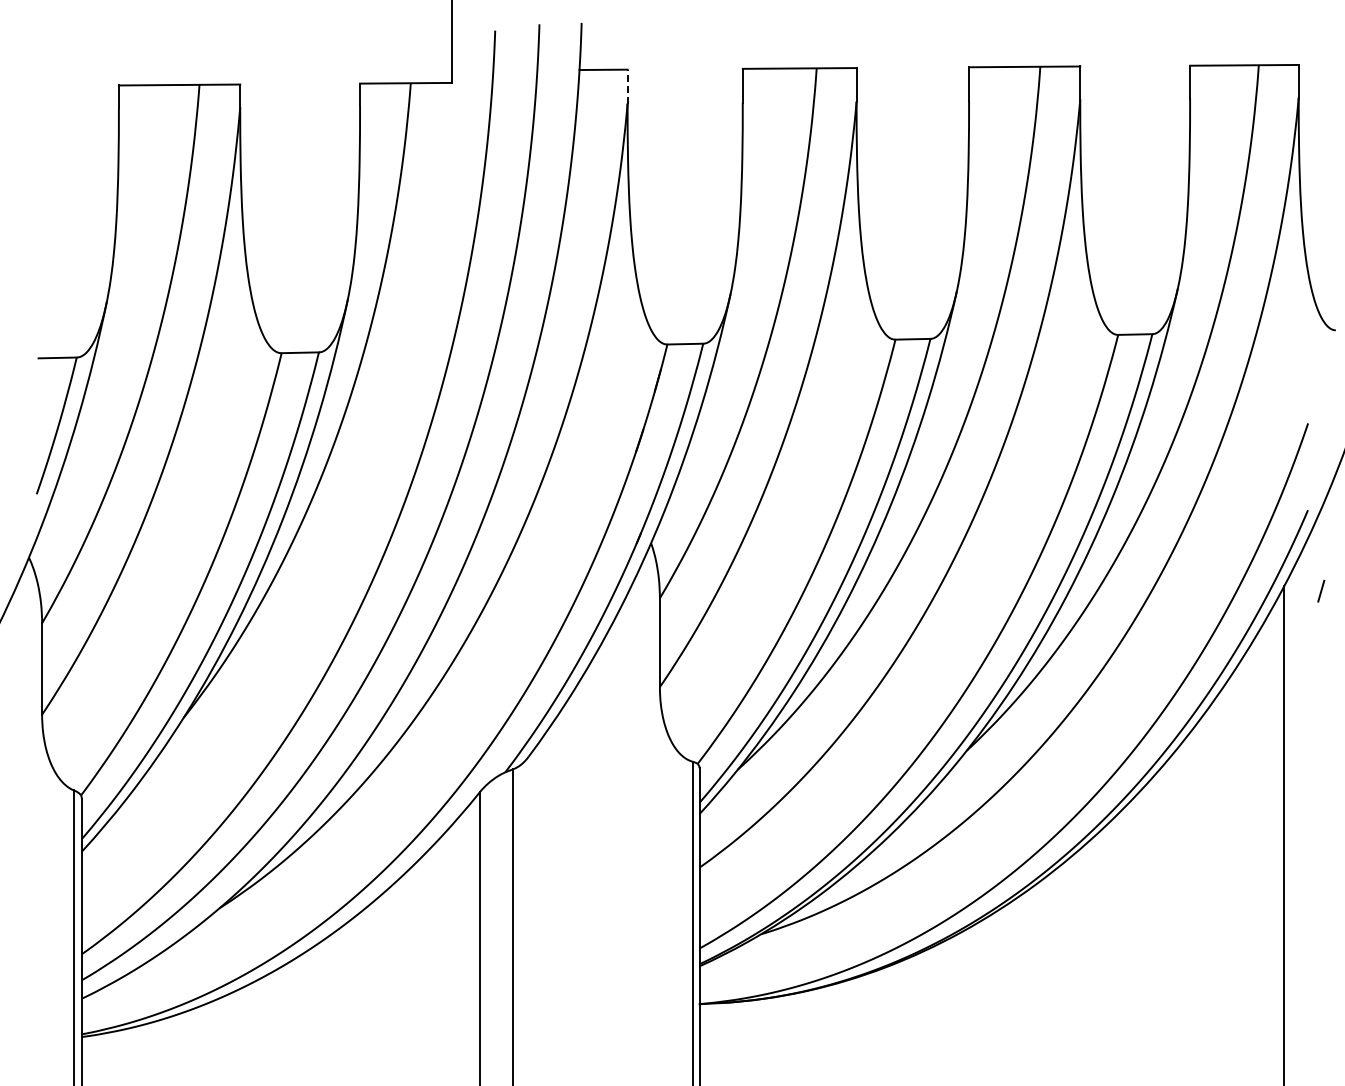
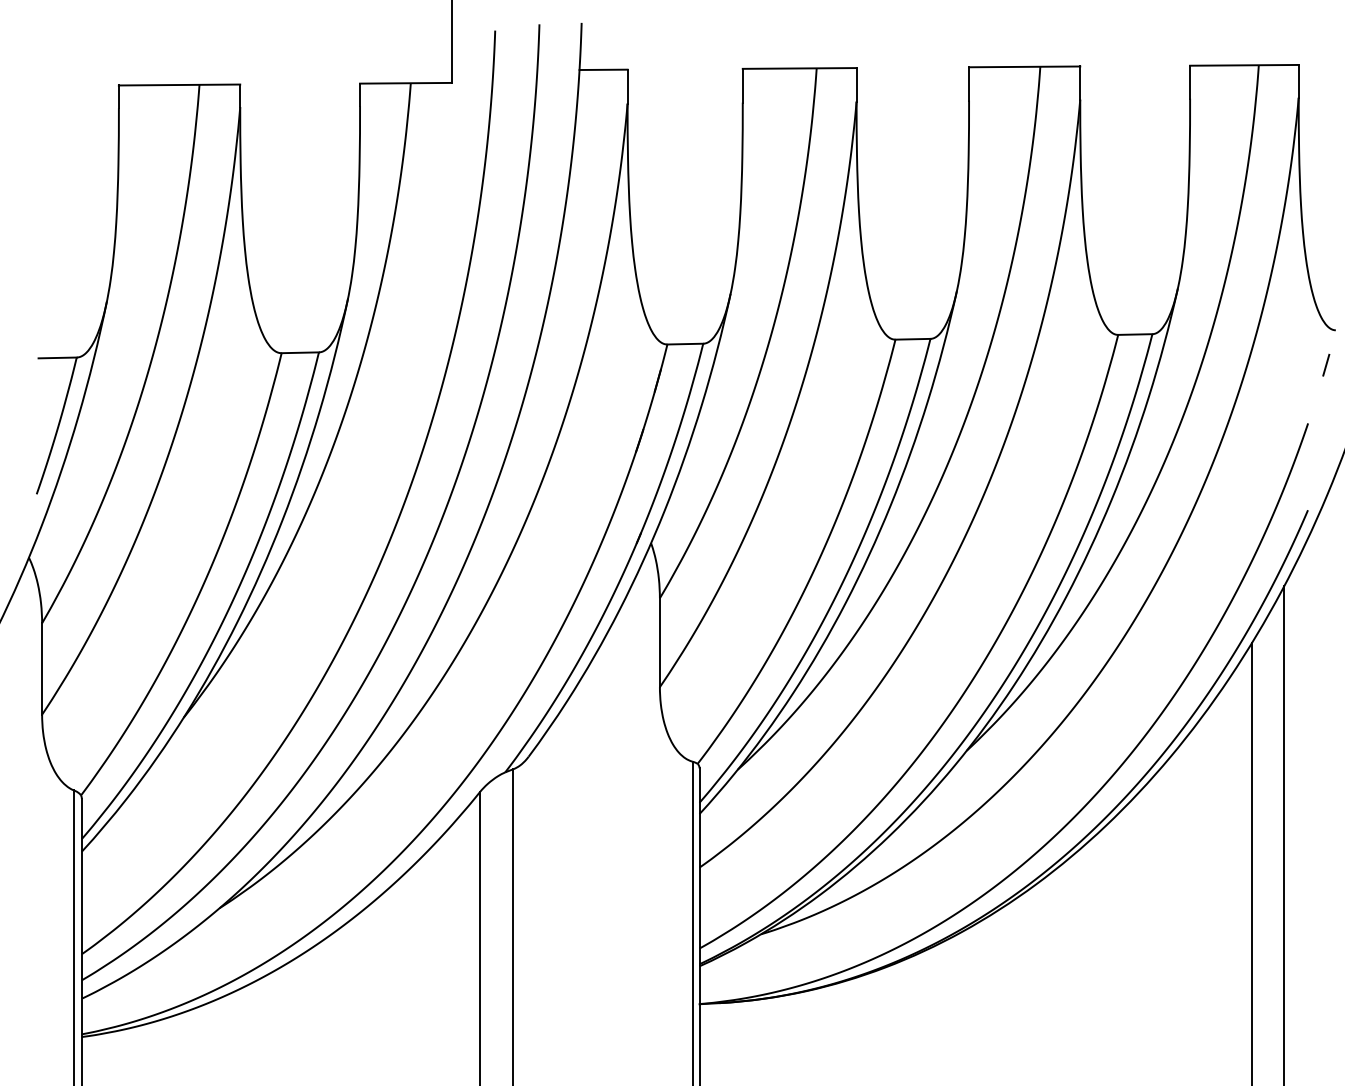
line at (627, 86): dashed -> solid
line at (1321, 590) position: (1321, 590) -> (1326, 364)
line at (1252, 862): none -> present
